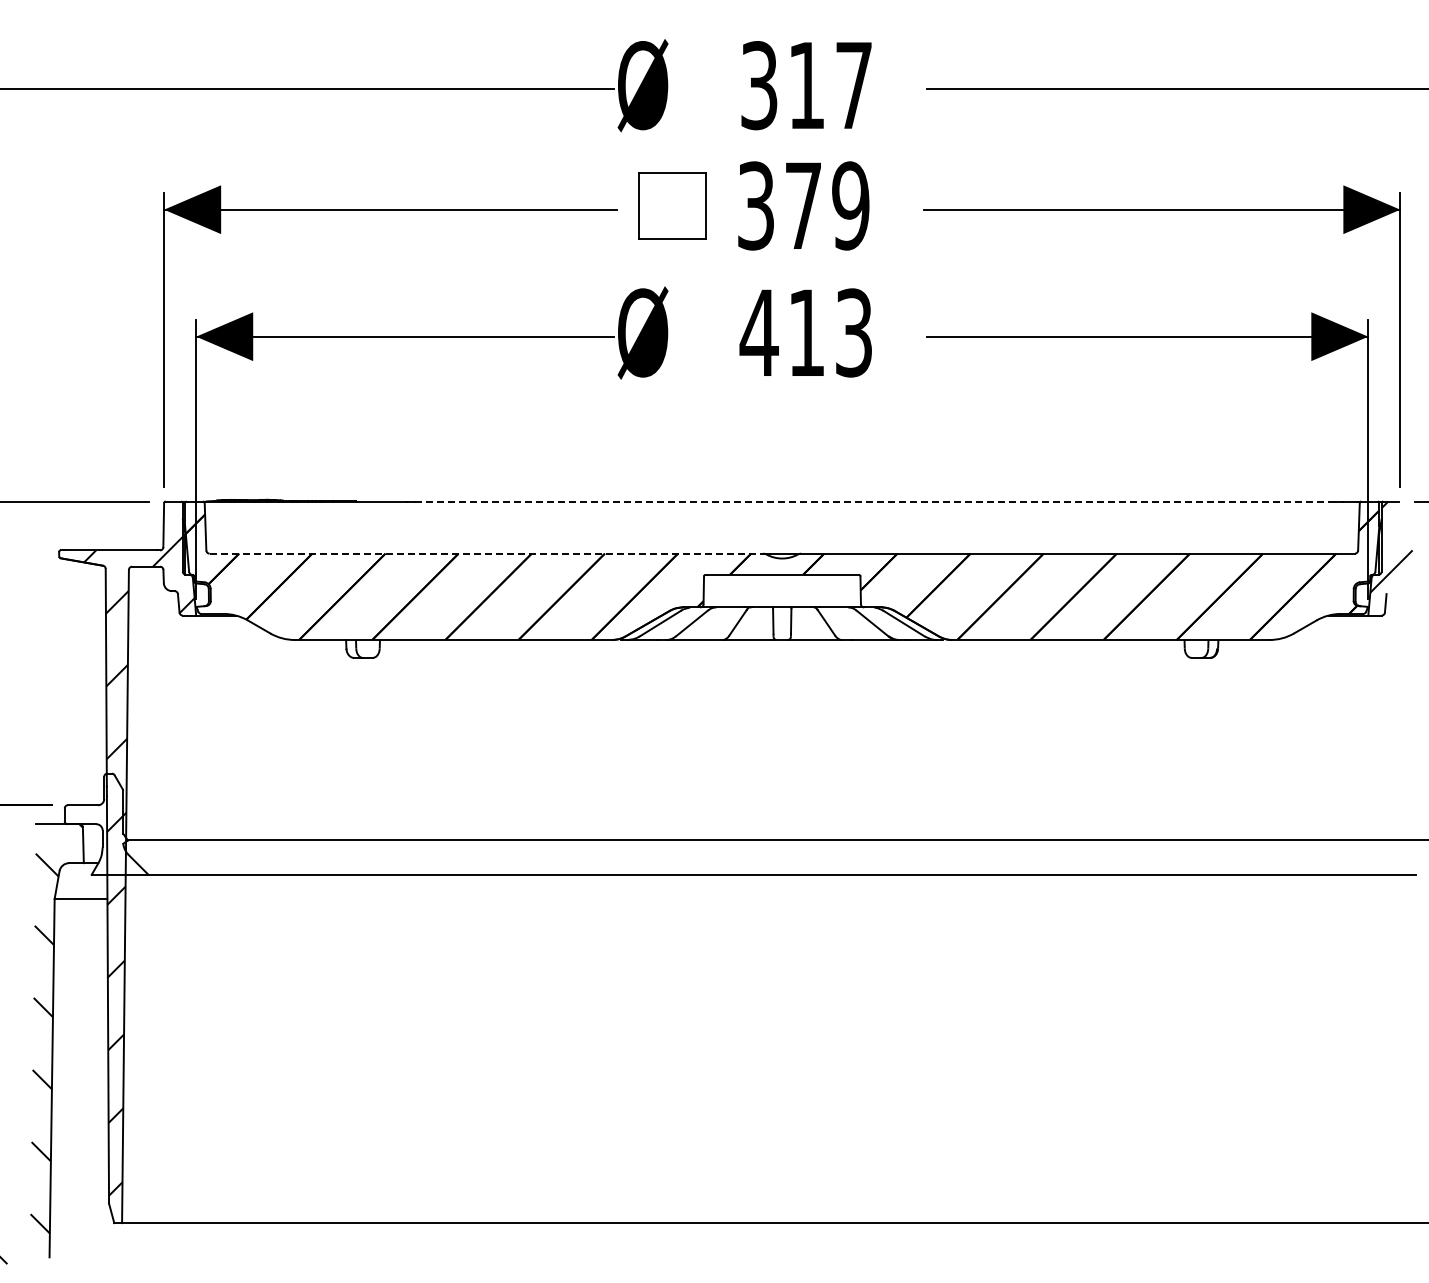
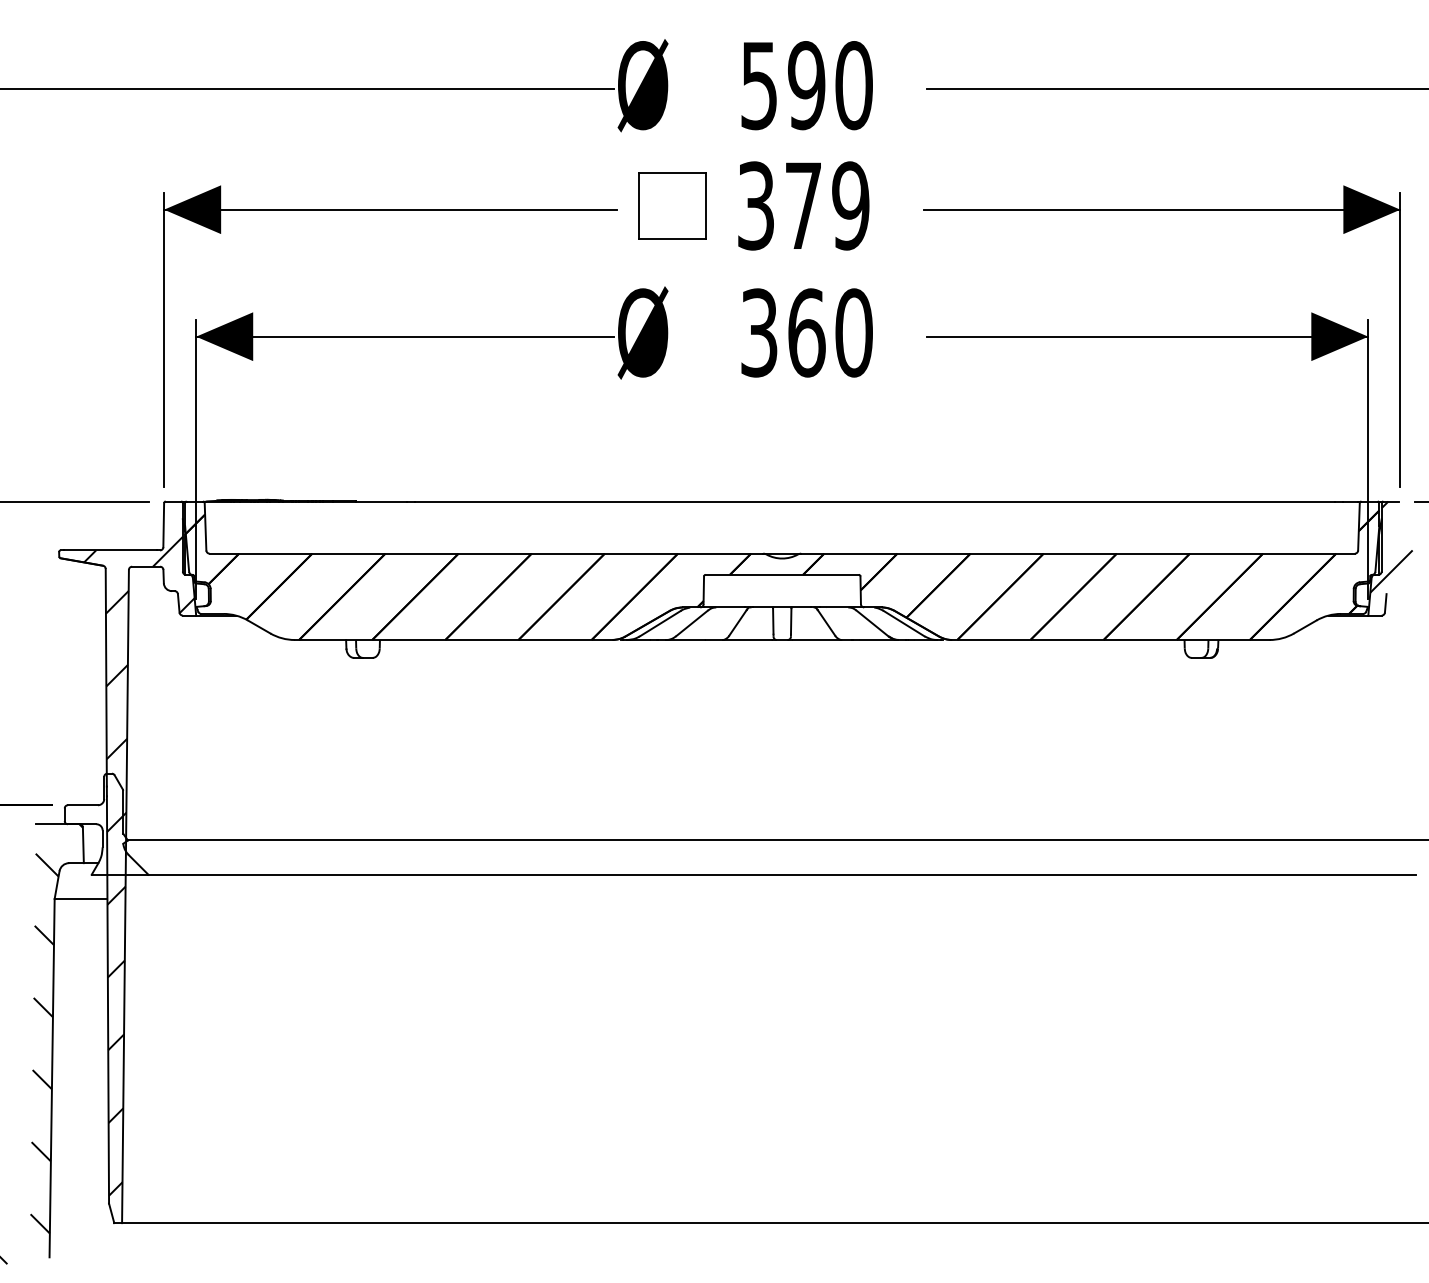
text at (806, 85): 317 -> 590
text at (805, 332): 413 -> 360
line at (874, 501): dashed -> solid
line at (486, 553): dashed -> solid
